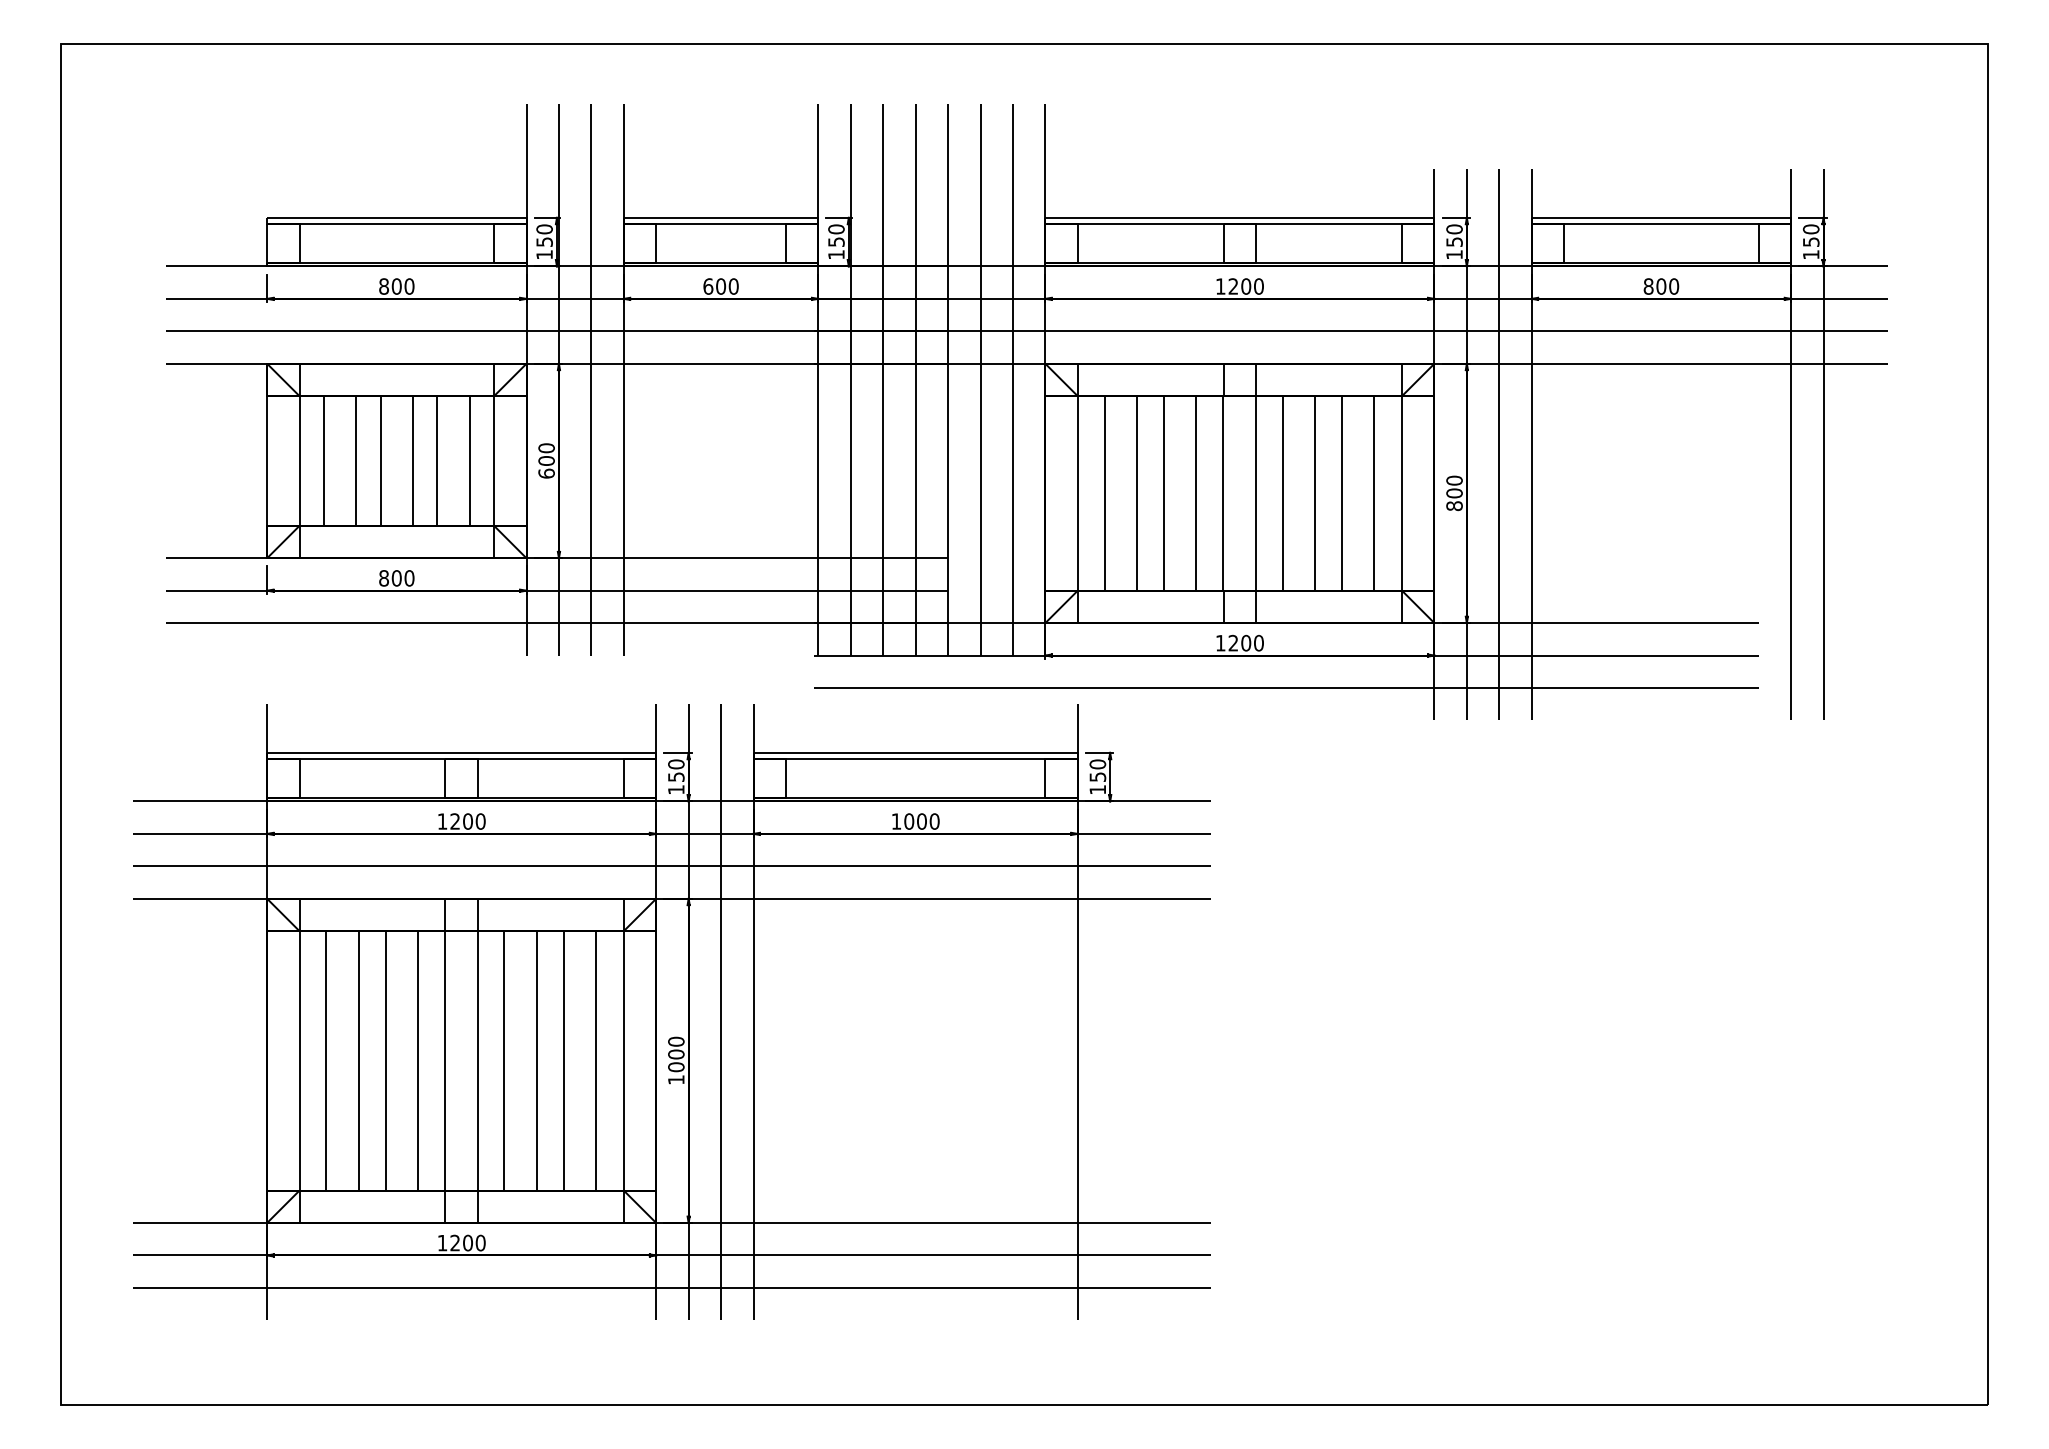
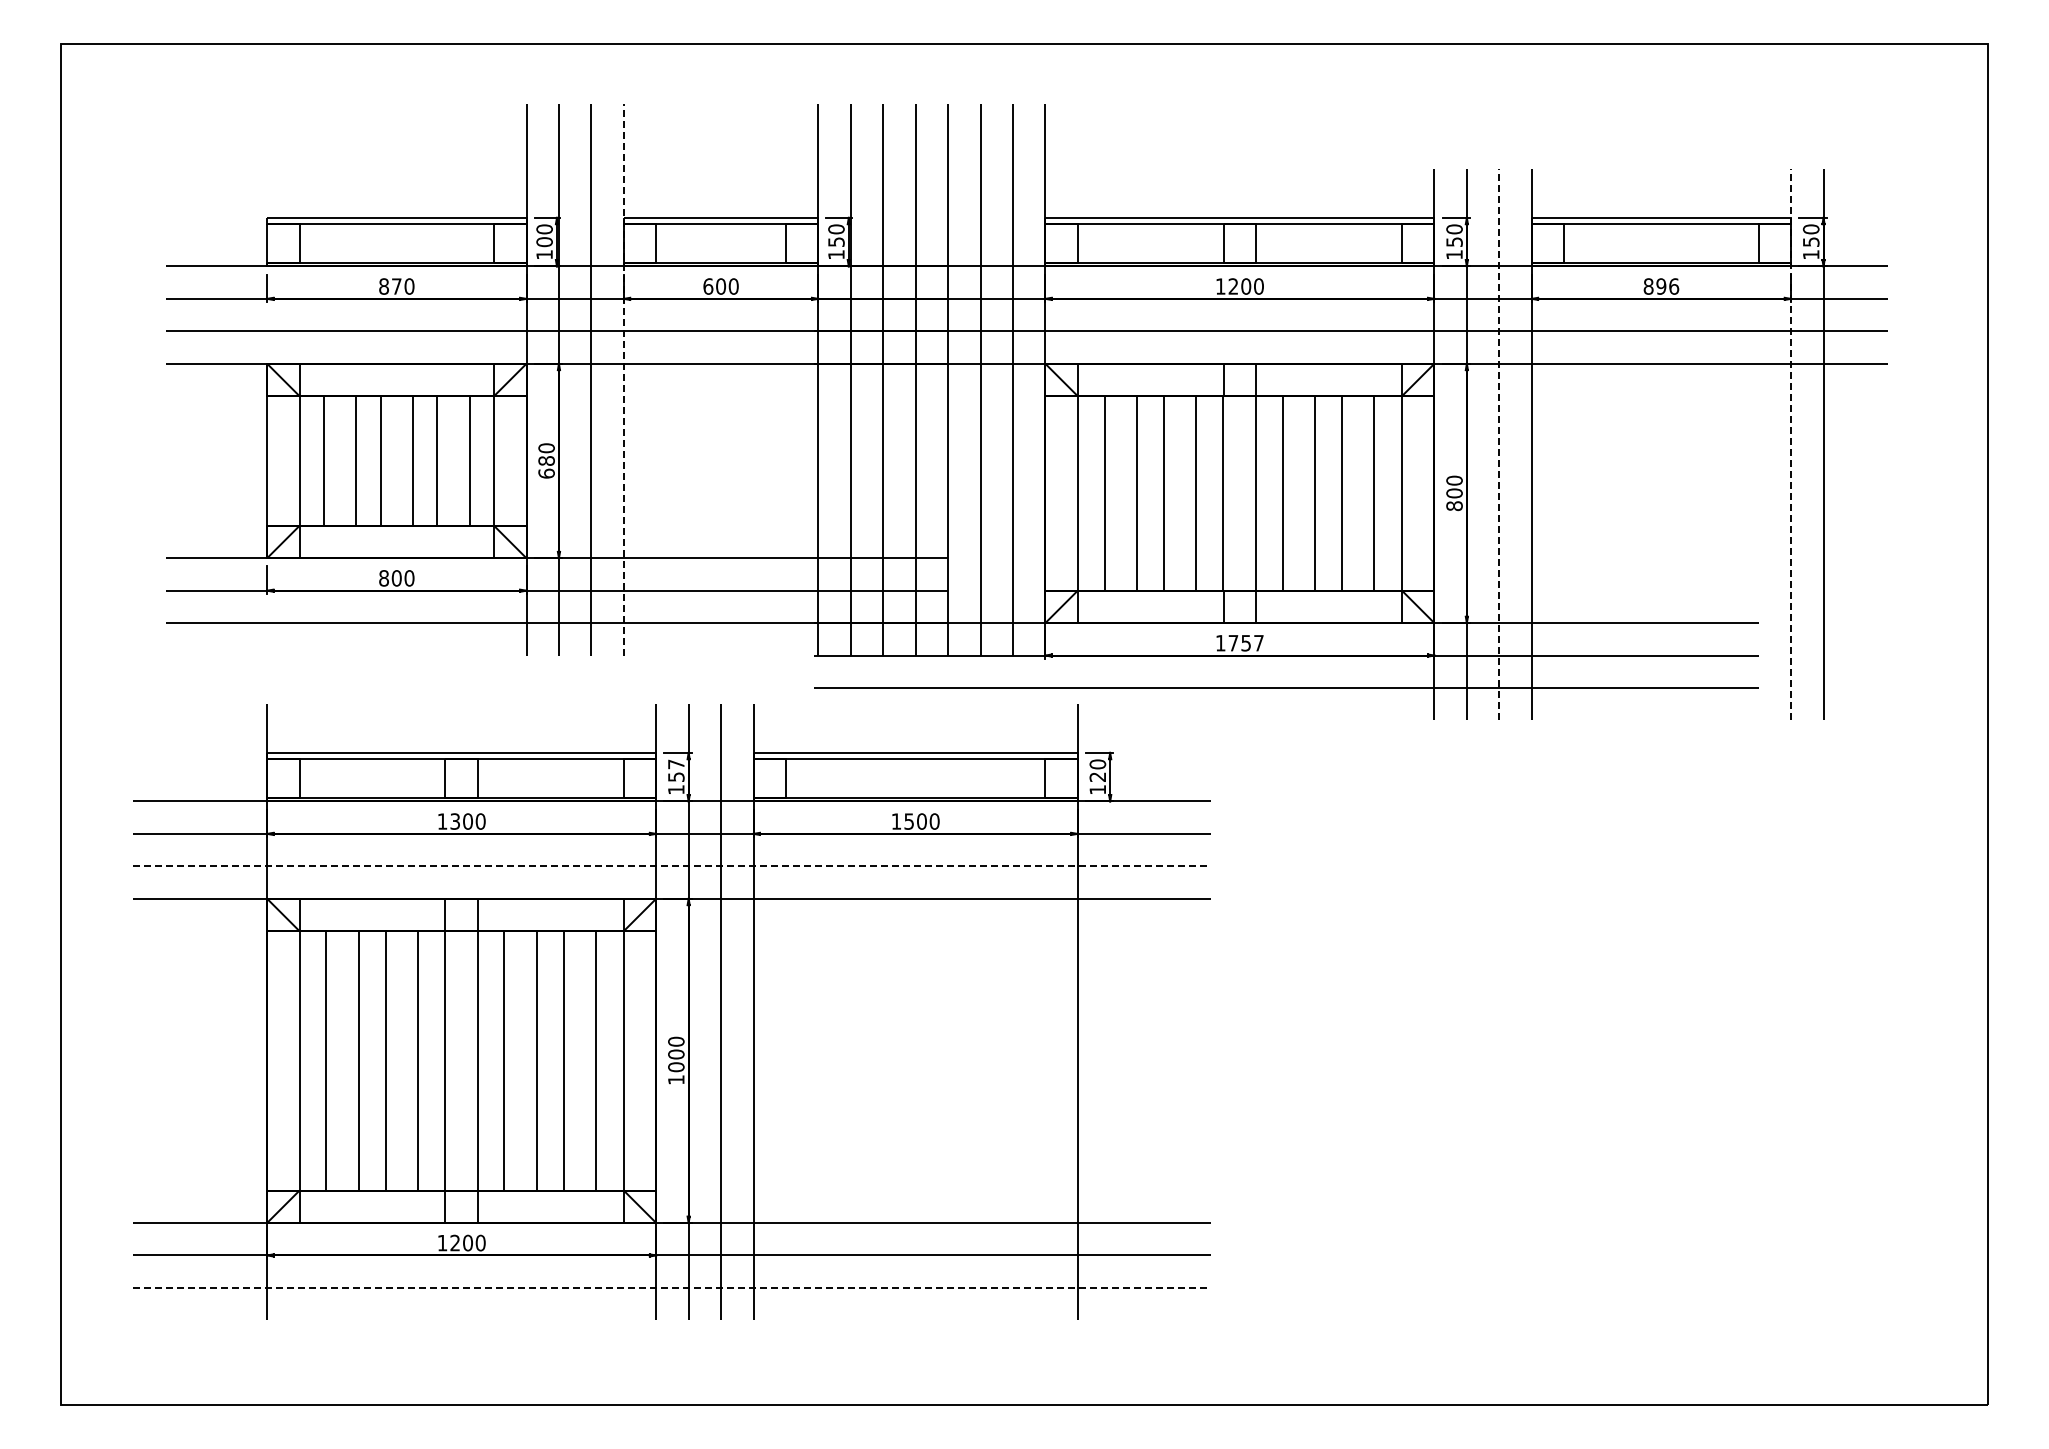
text at (544, 242): 150 -> 100
text at (396, 286): 800 -> 870
text at (1667, 286): 800 -> 896
line at (623, 379): solid -> dashed
line at (1499, 444): solid -> dashed
line at (1791, 444): solid -> dashed
text at (546, 460): 600 -> 680
text at (1245, 642): 1200 -> 1757
text at (676, 764): 150 -> 157
text at (1097, 776): 150 -> 120
text at (454, 821): 1200 -> 1300
text at (909, 821): 1000 -> 1500
line at (672, 866): solid -> dashed
line at (672, 1287): solid -> dashed
